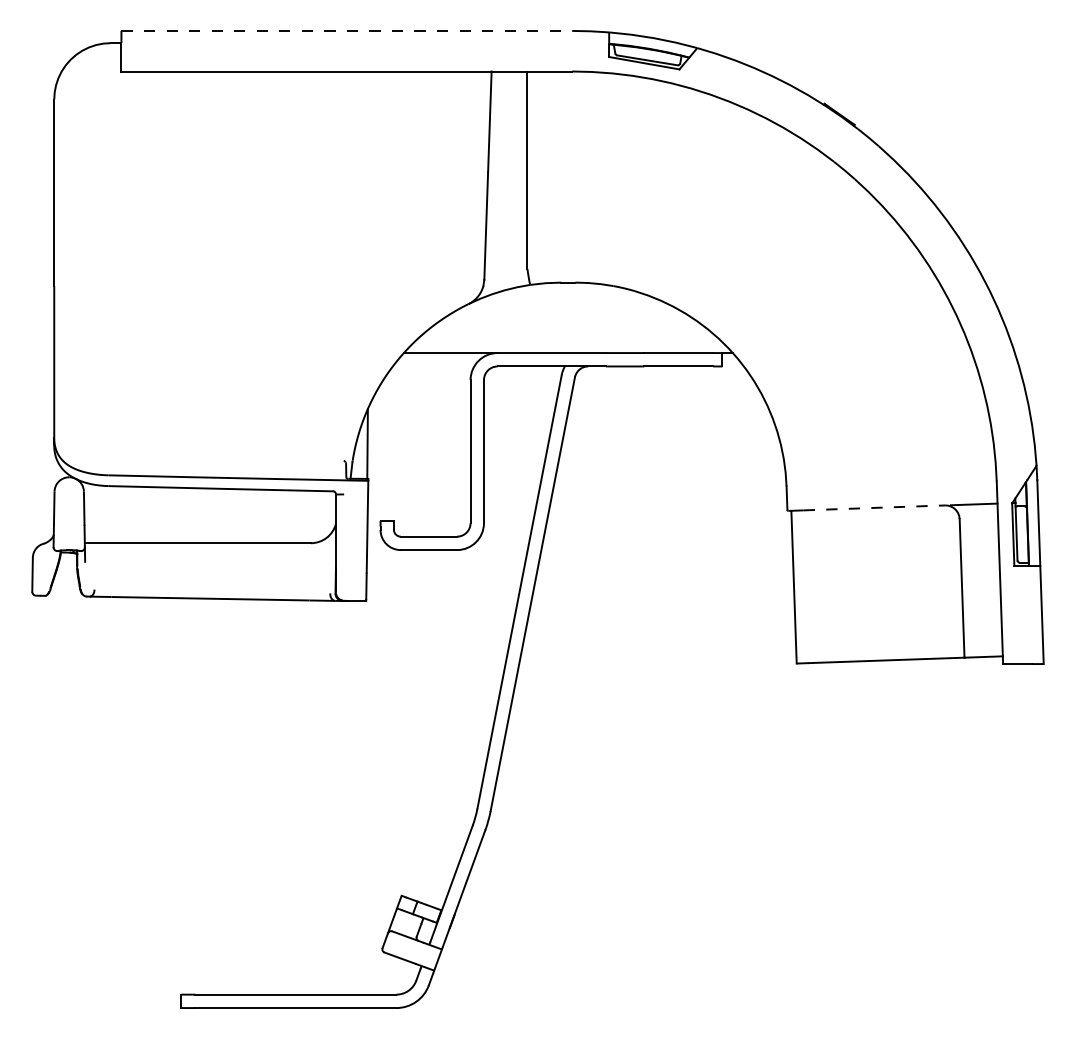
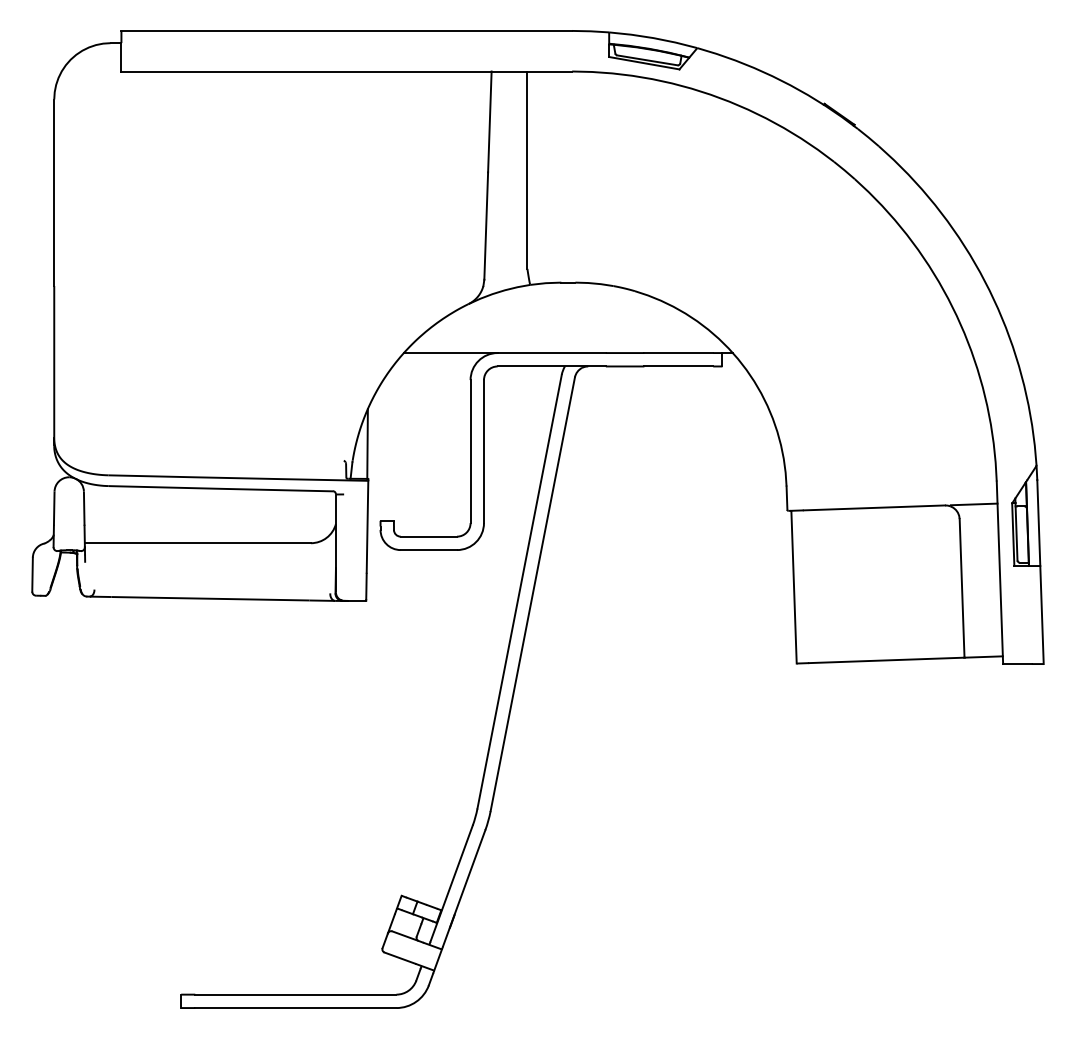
line at (347, 30): dashed -> solid
line at (874, 507): dashed -> solid
